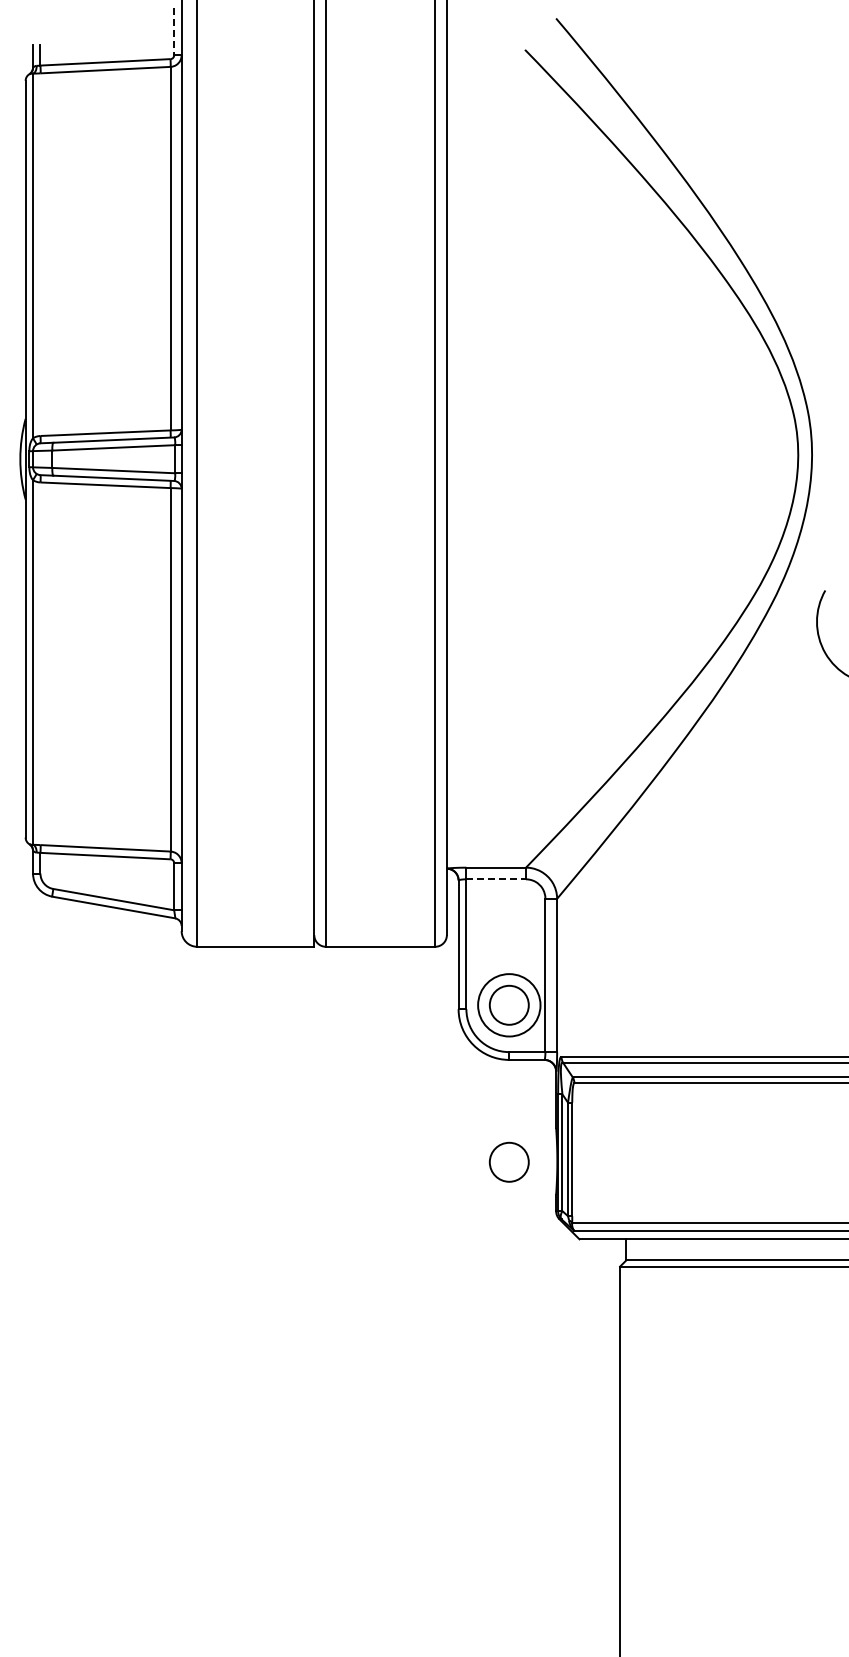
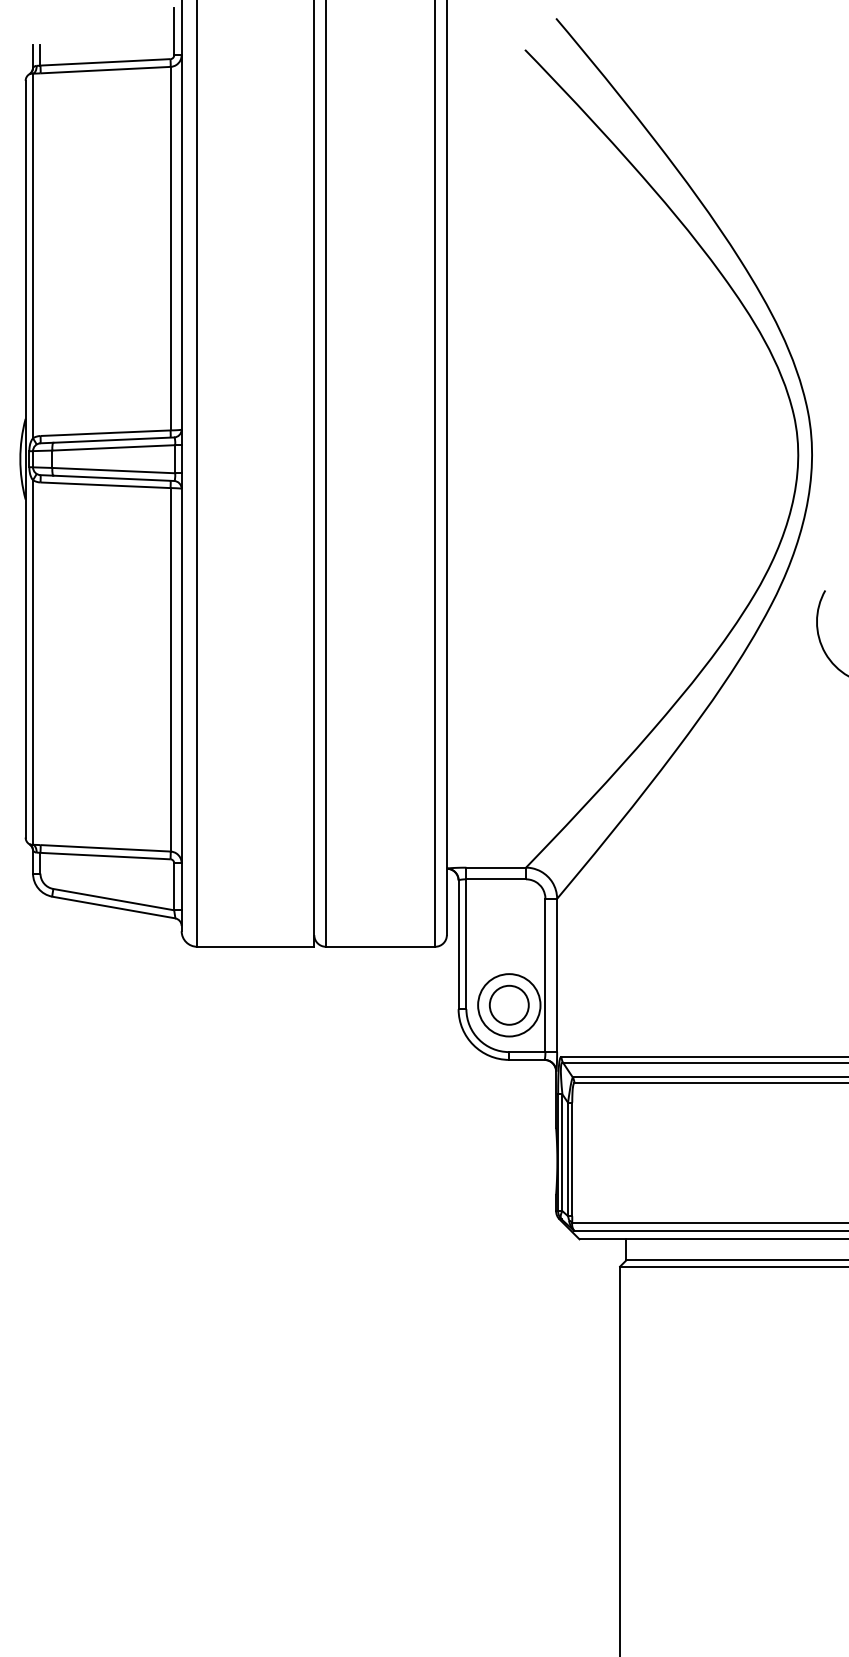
line at (174, 31): dashed -> solid
line at (496, 879): dashed -> solid
circle at (508, 1161): present -> none
